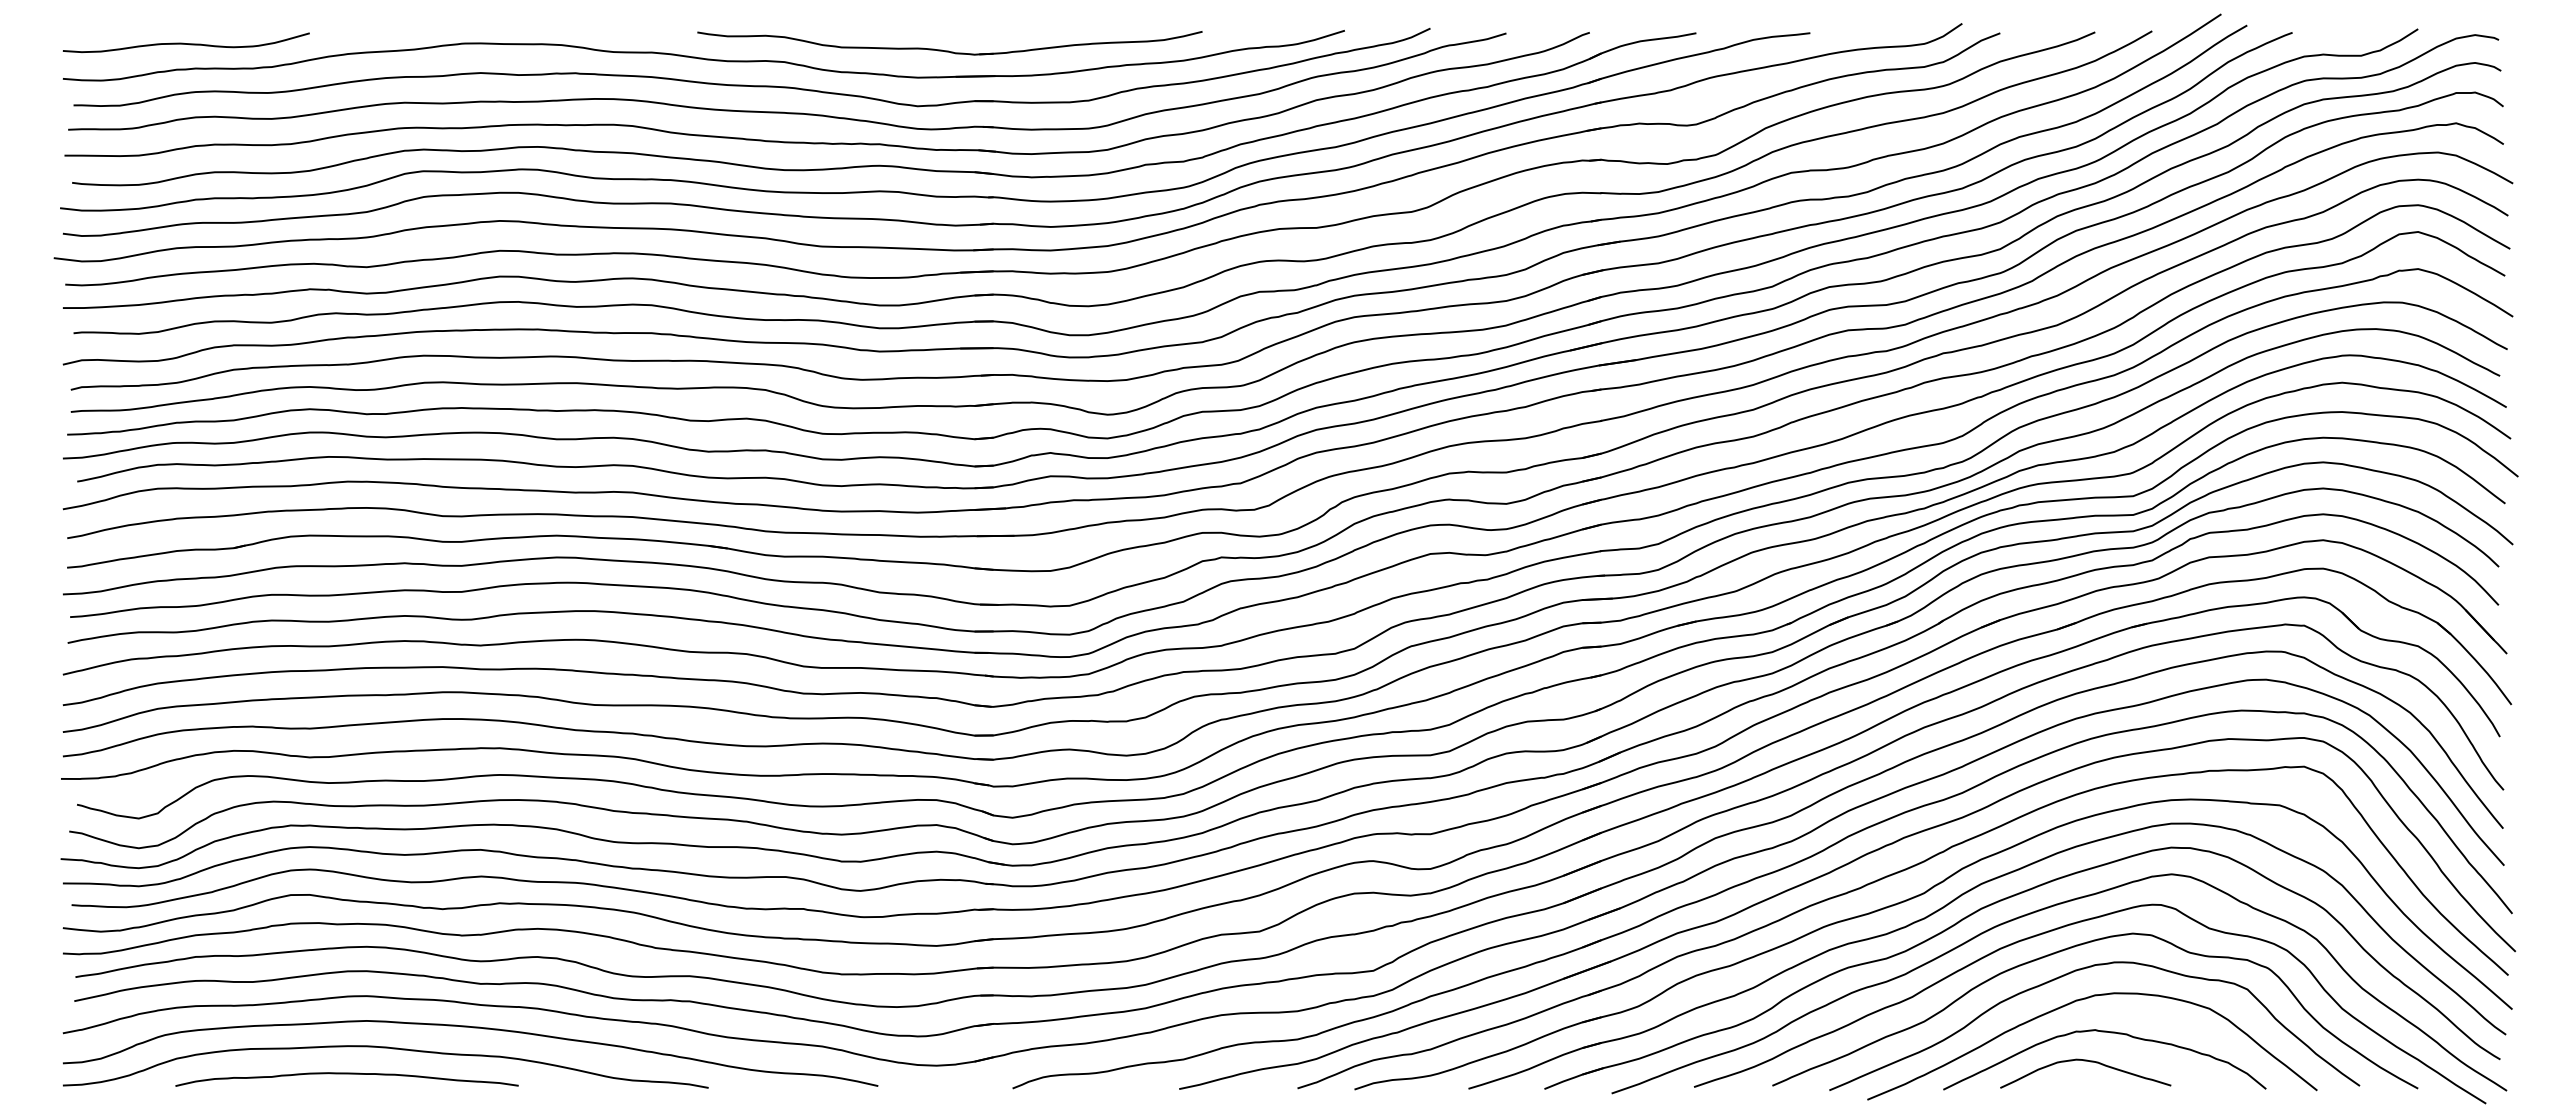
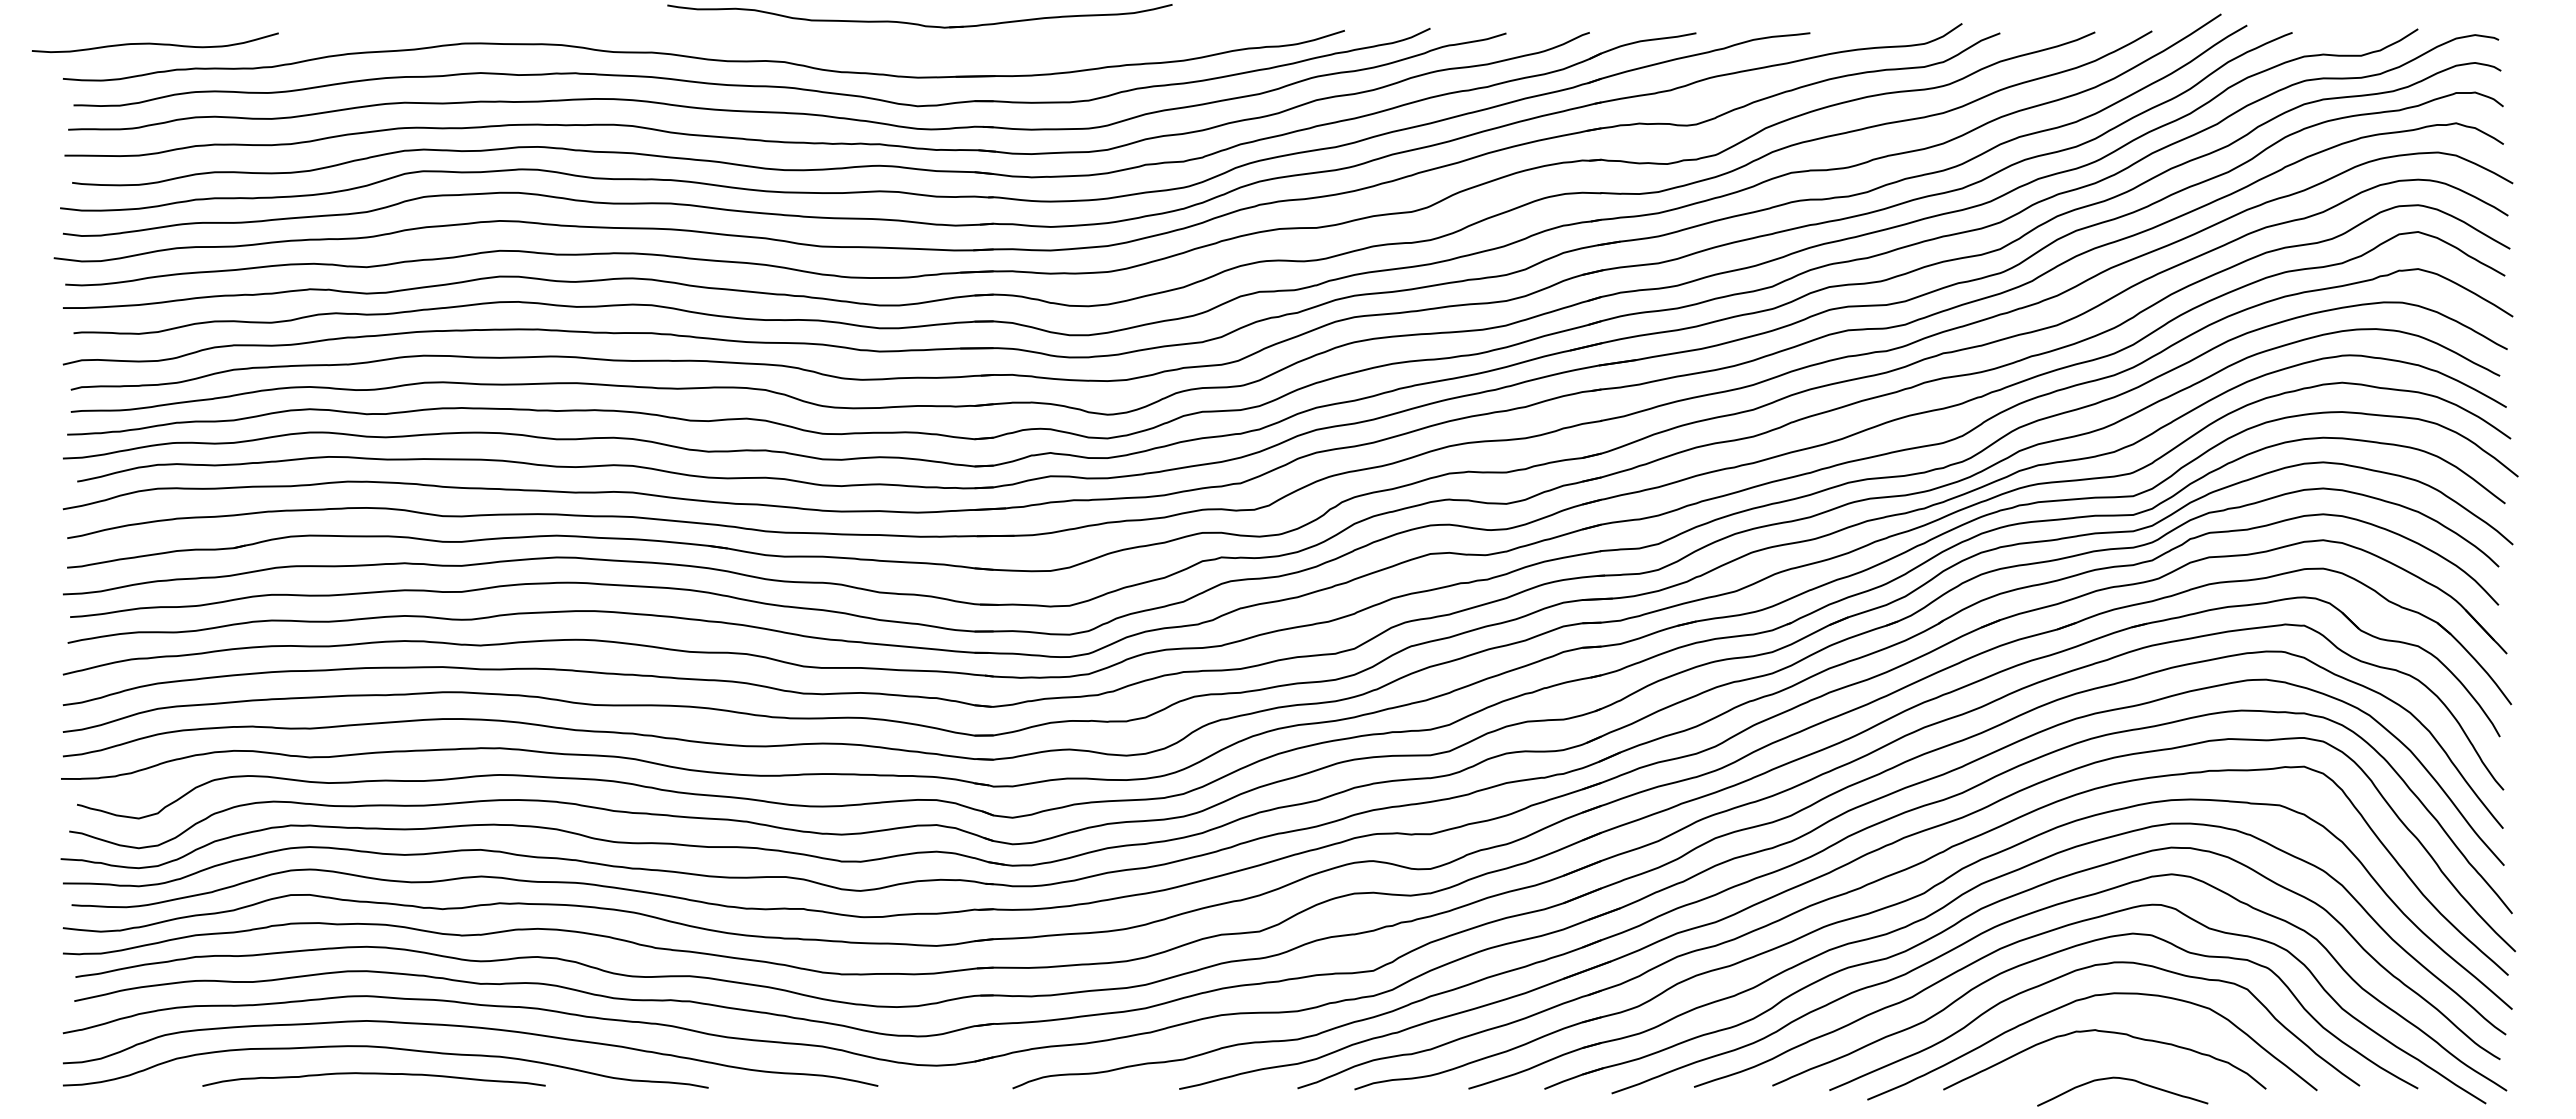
curve at (185, 43) position: (185, 43) -> (154, 43)
part at (948, 50) position: (948, 50) -> (918, 23)
curve at (2085, 1061) position: (2085, 1061) -> (2122, 1079)
curve at (346, 1074) position: (346, 1074) -> (373, 1074)
